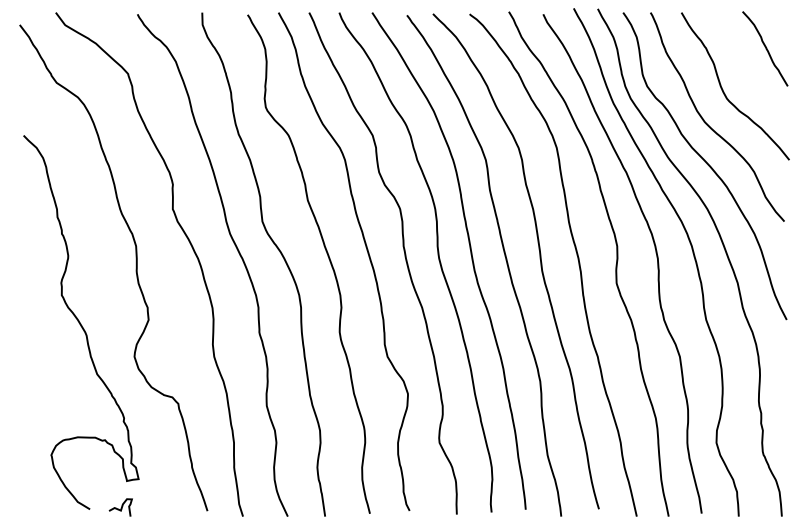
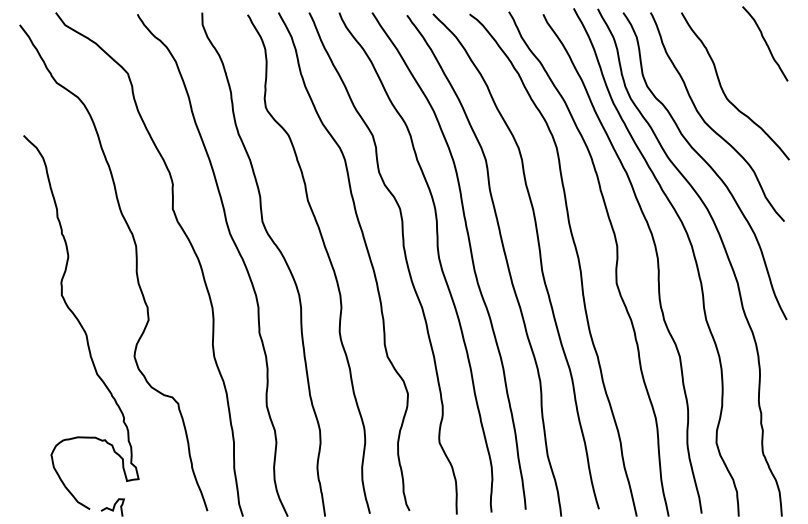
curve at (765, 48) position: (765, 48) -> (765, 43)
curve at (121, 507) position: (121, 507) -> (113, 507)
